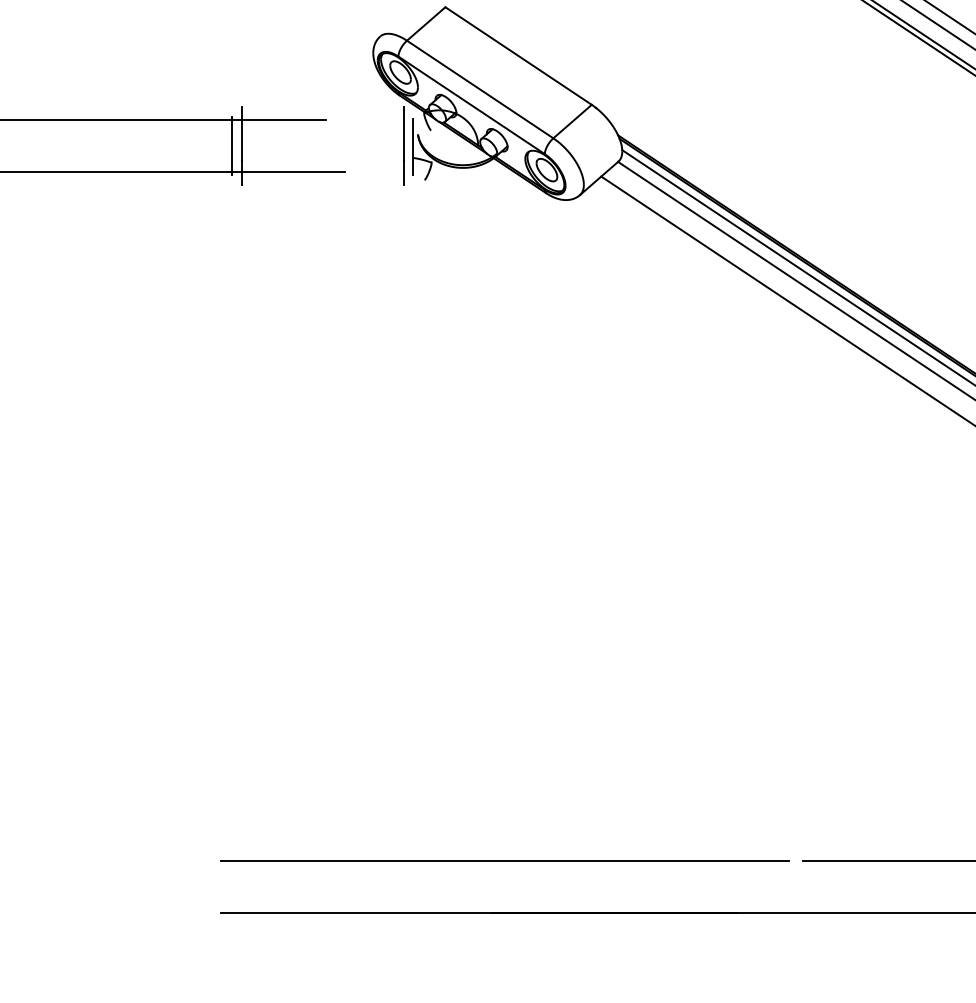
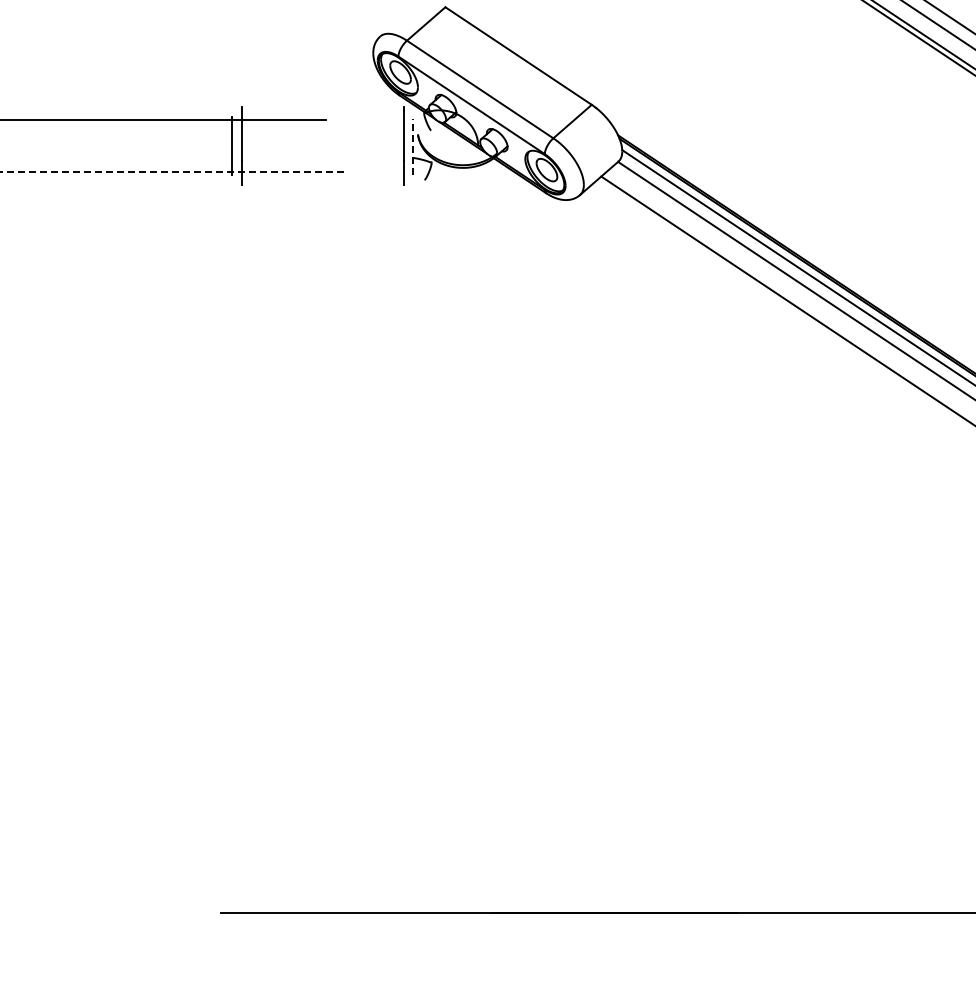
line at (413, 146): solid -> dashed
line at (173, 172): solid -> dashed
line at (504, 861): present -> none
line at (887, 861): present -> none
